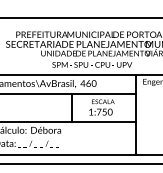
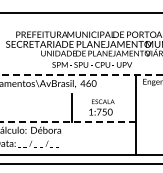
line at (80, 18) position: (80, 18) -> (80, 13)
line at (82, 75): solid -> dashed
line at (68, 93): present -> none
line at (68, 122): solid -> dashed
